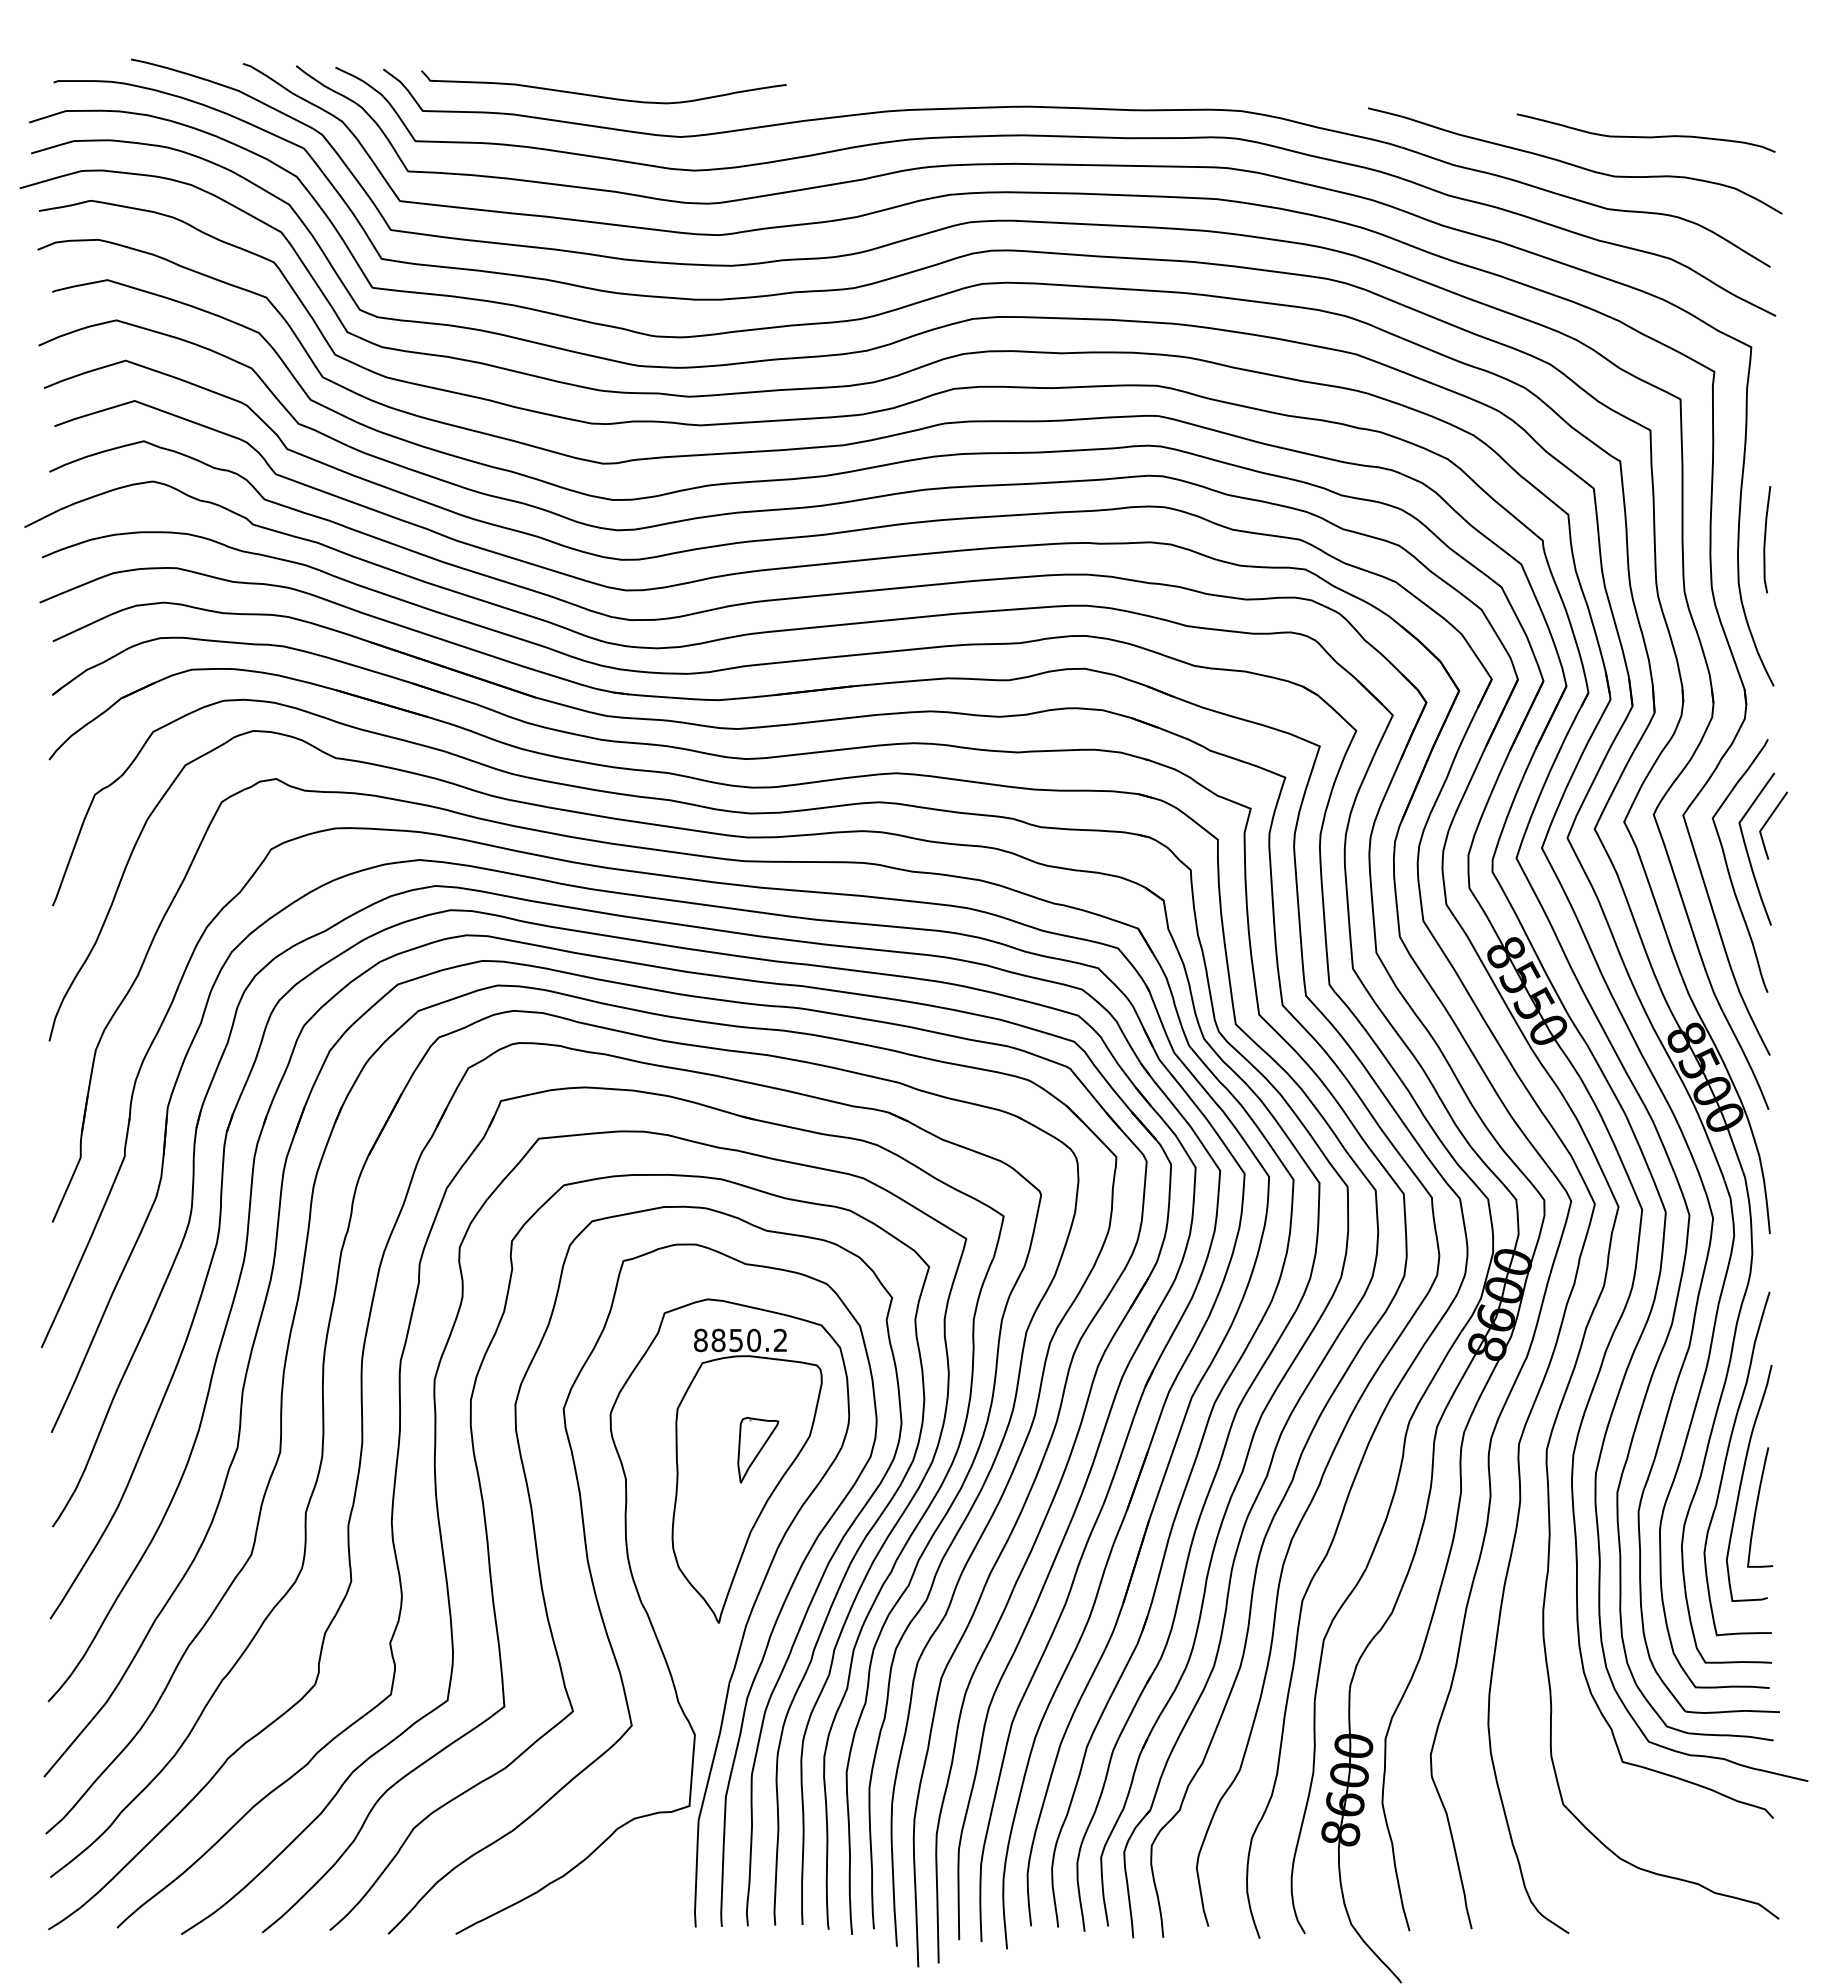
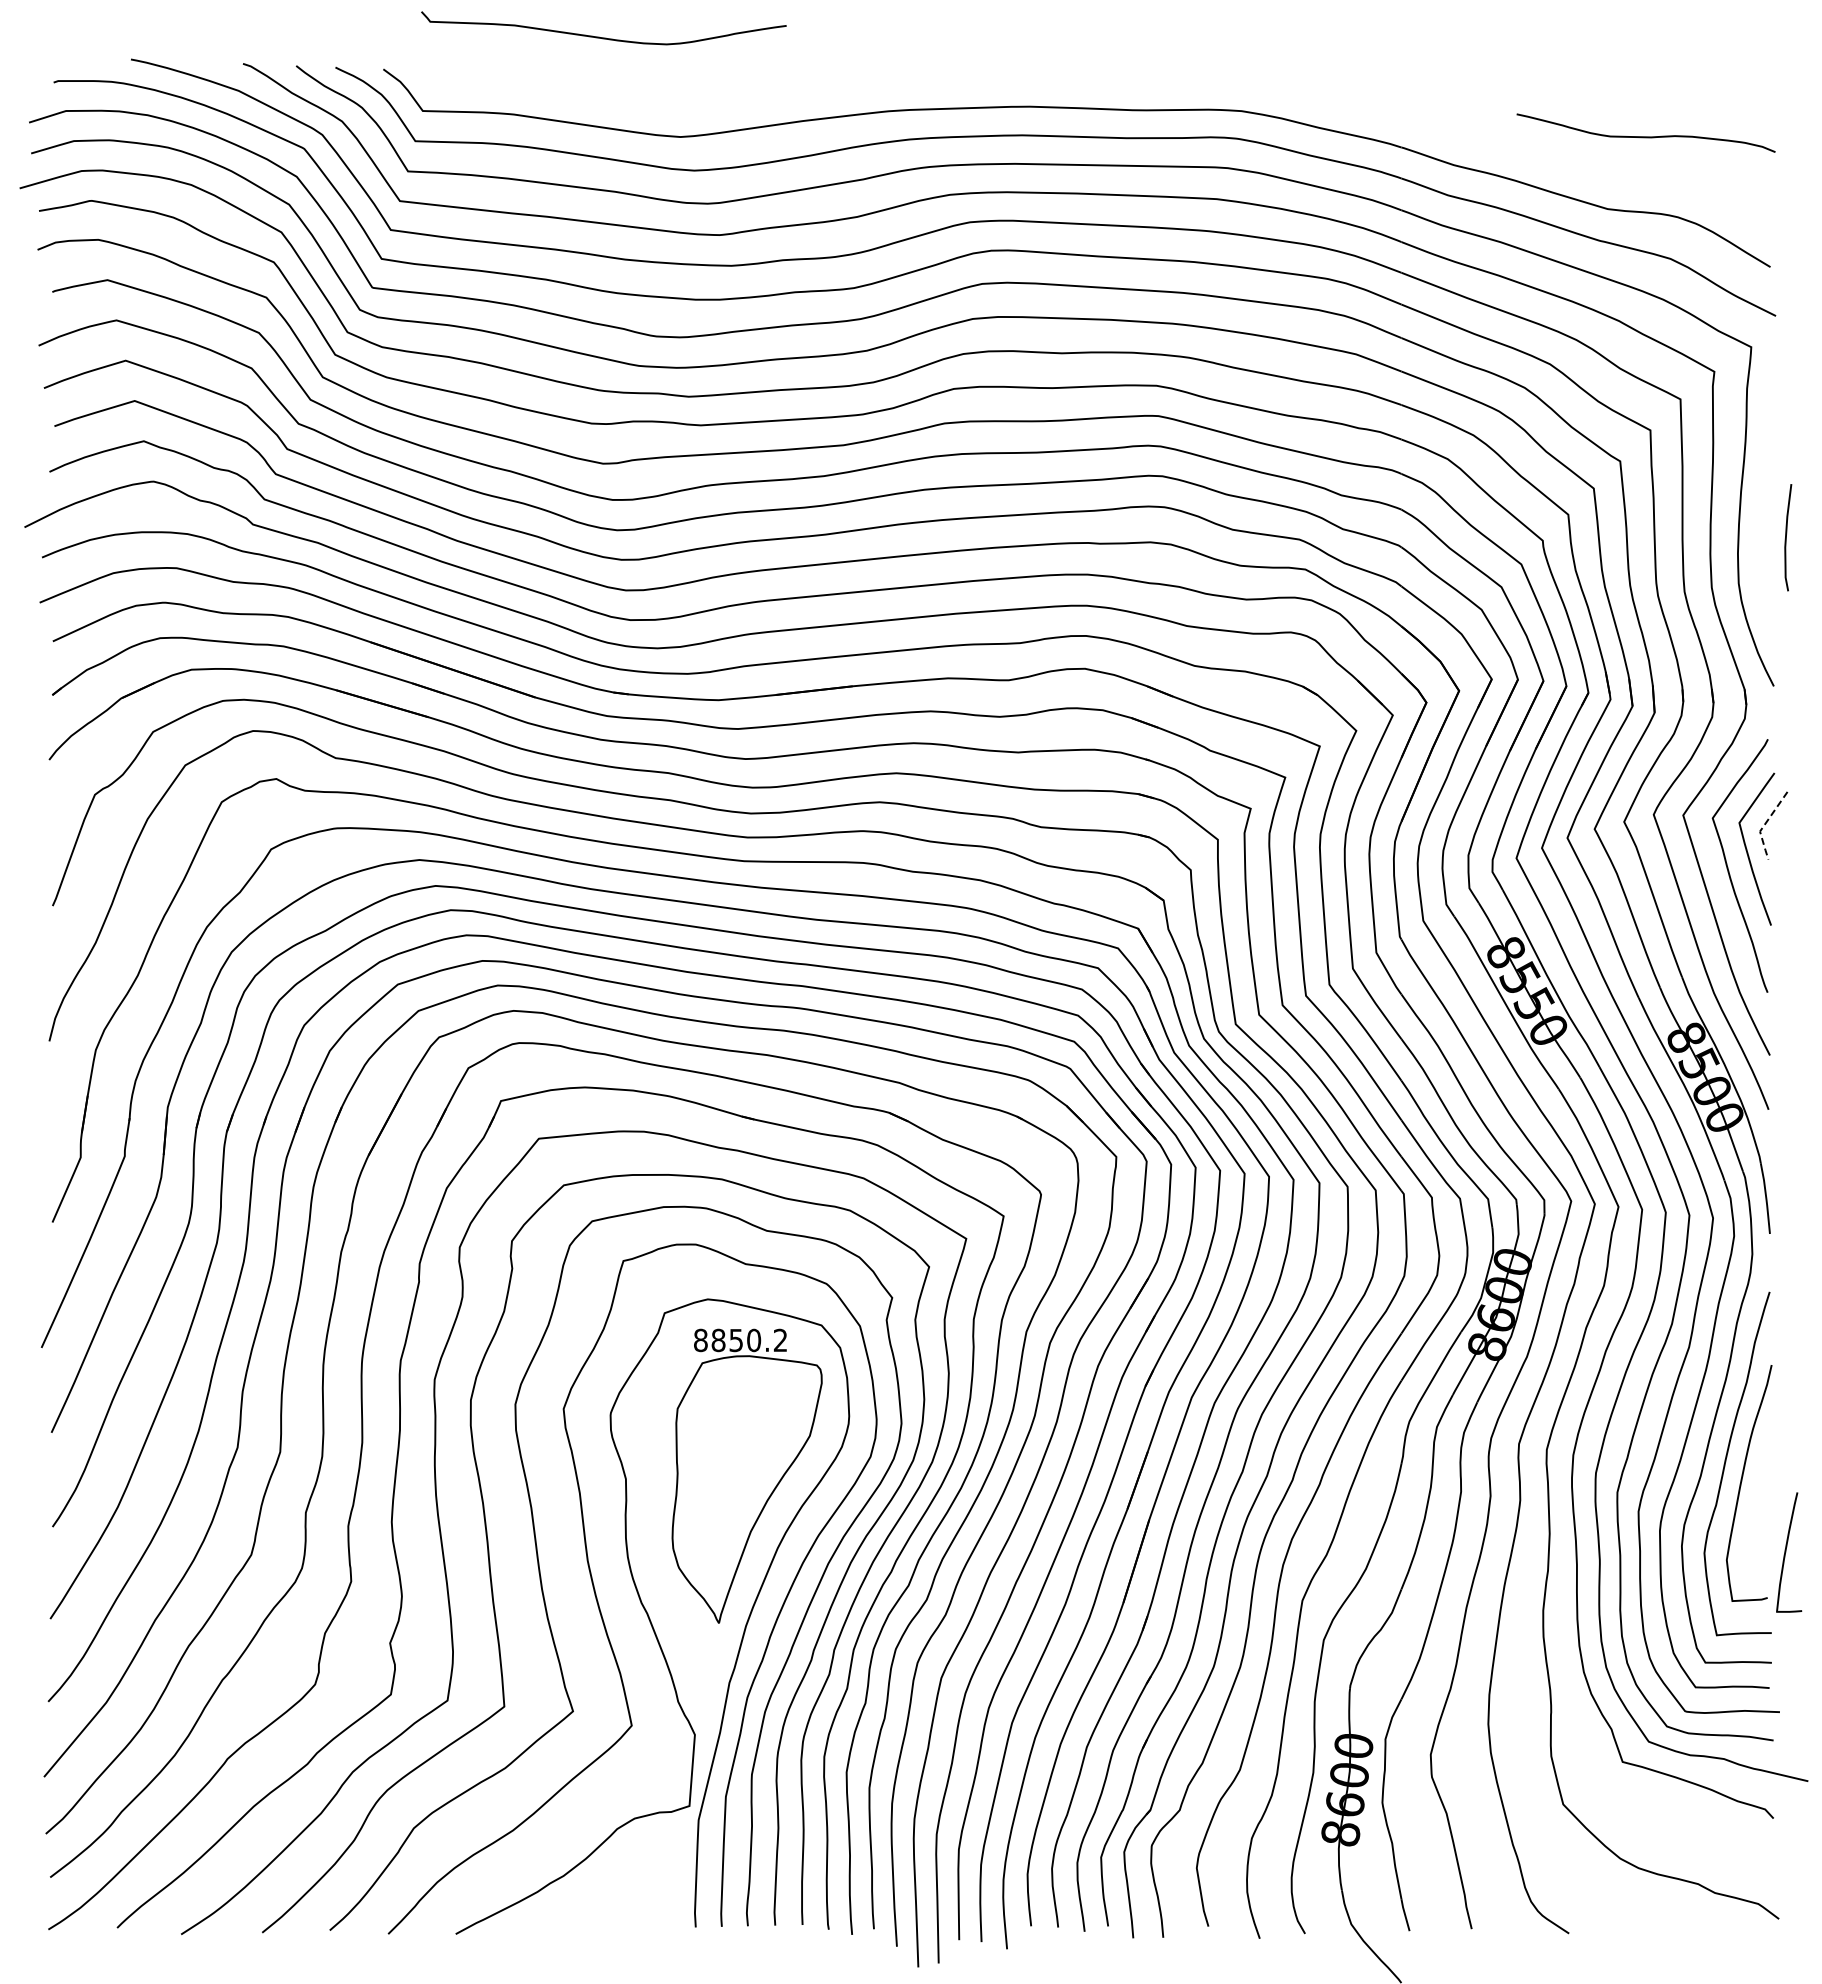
curve at (599, 95) position: (599, 95) -> (599, 36)
part at (1575, 160): present -> none
curve at (1765, 539) position: (1765, 539) -> (1786, 537)
line at (1764, 825): solid -> dashed
part at (758, 1449): present -> none
curve at (1757, 1507) position: (1757, 1507) -> (1786, 1552)
